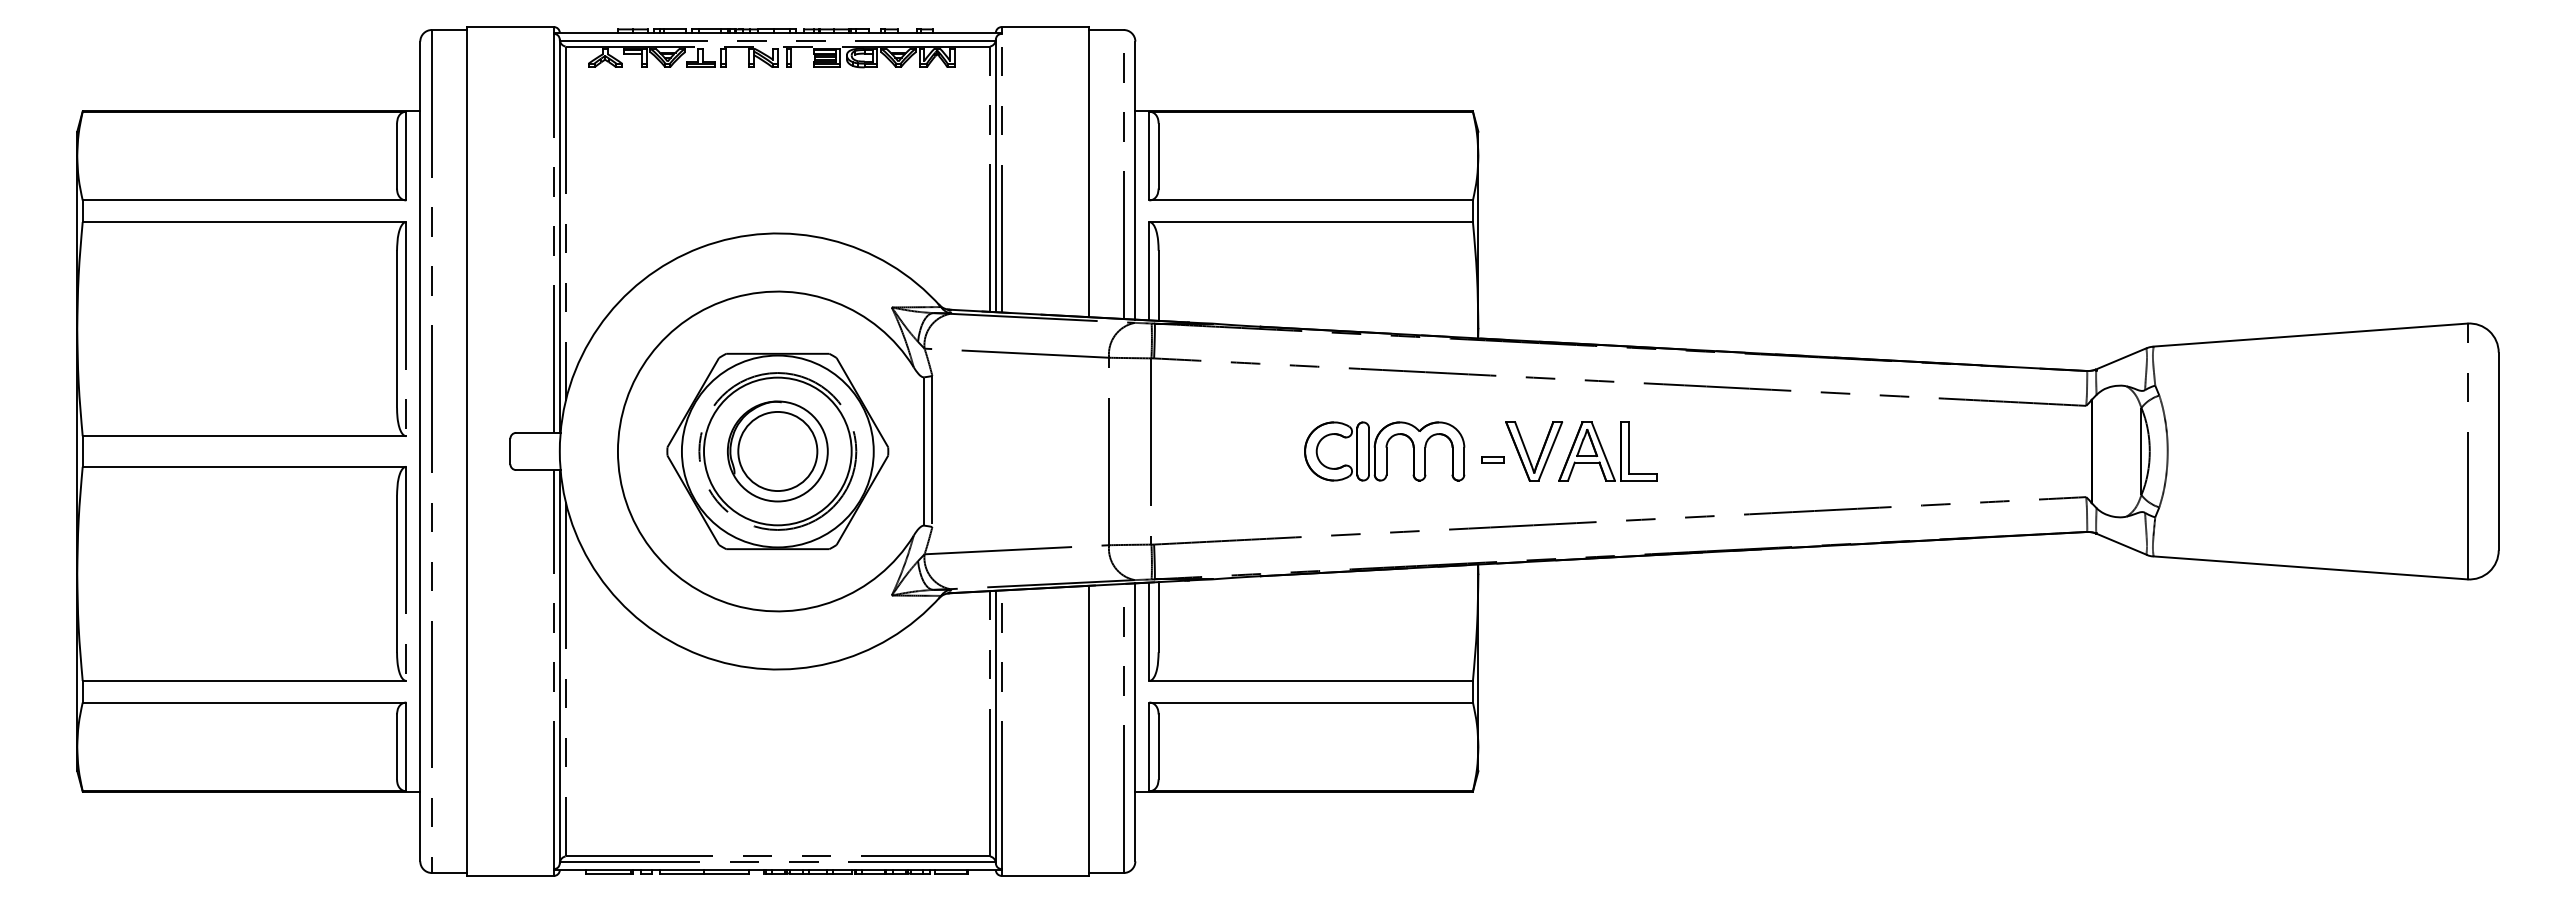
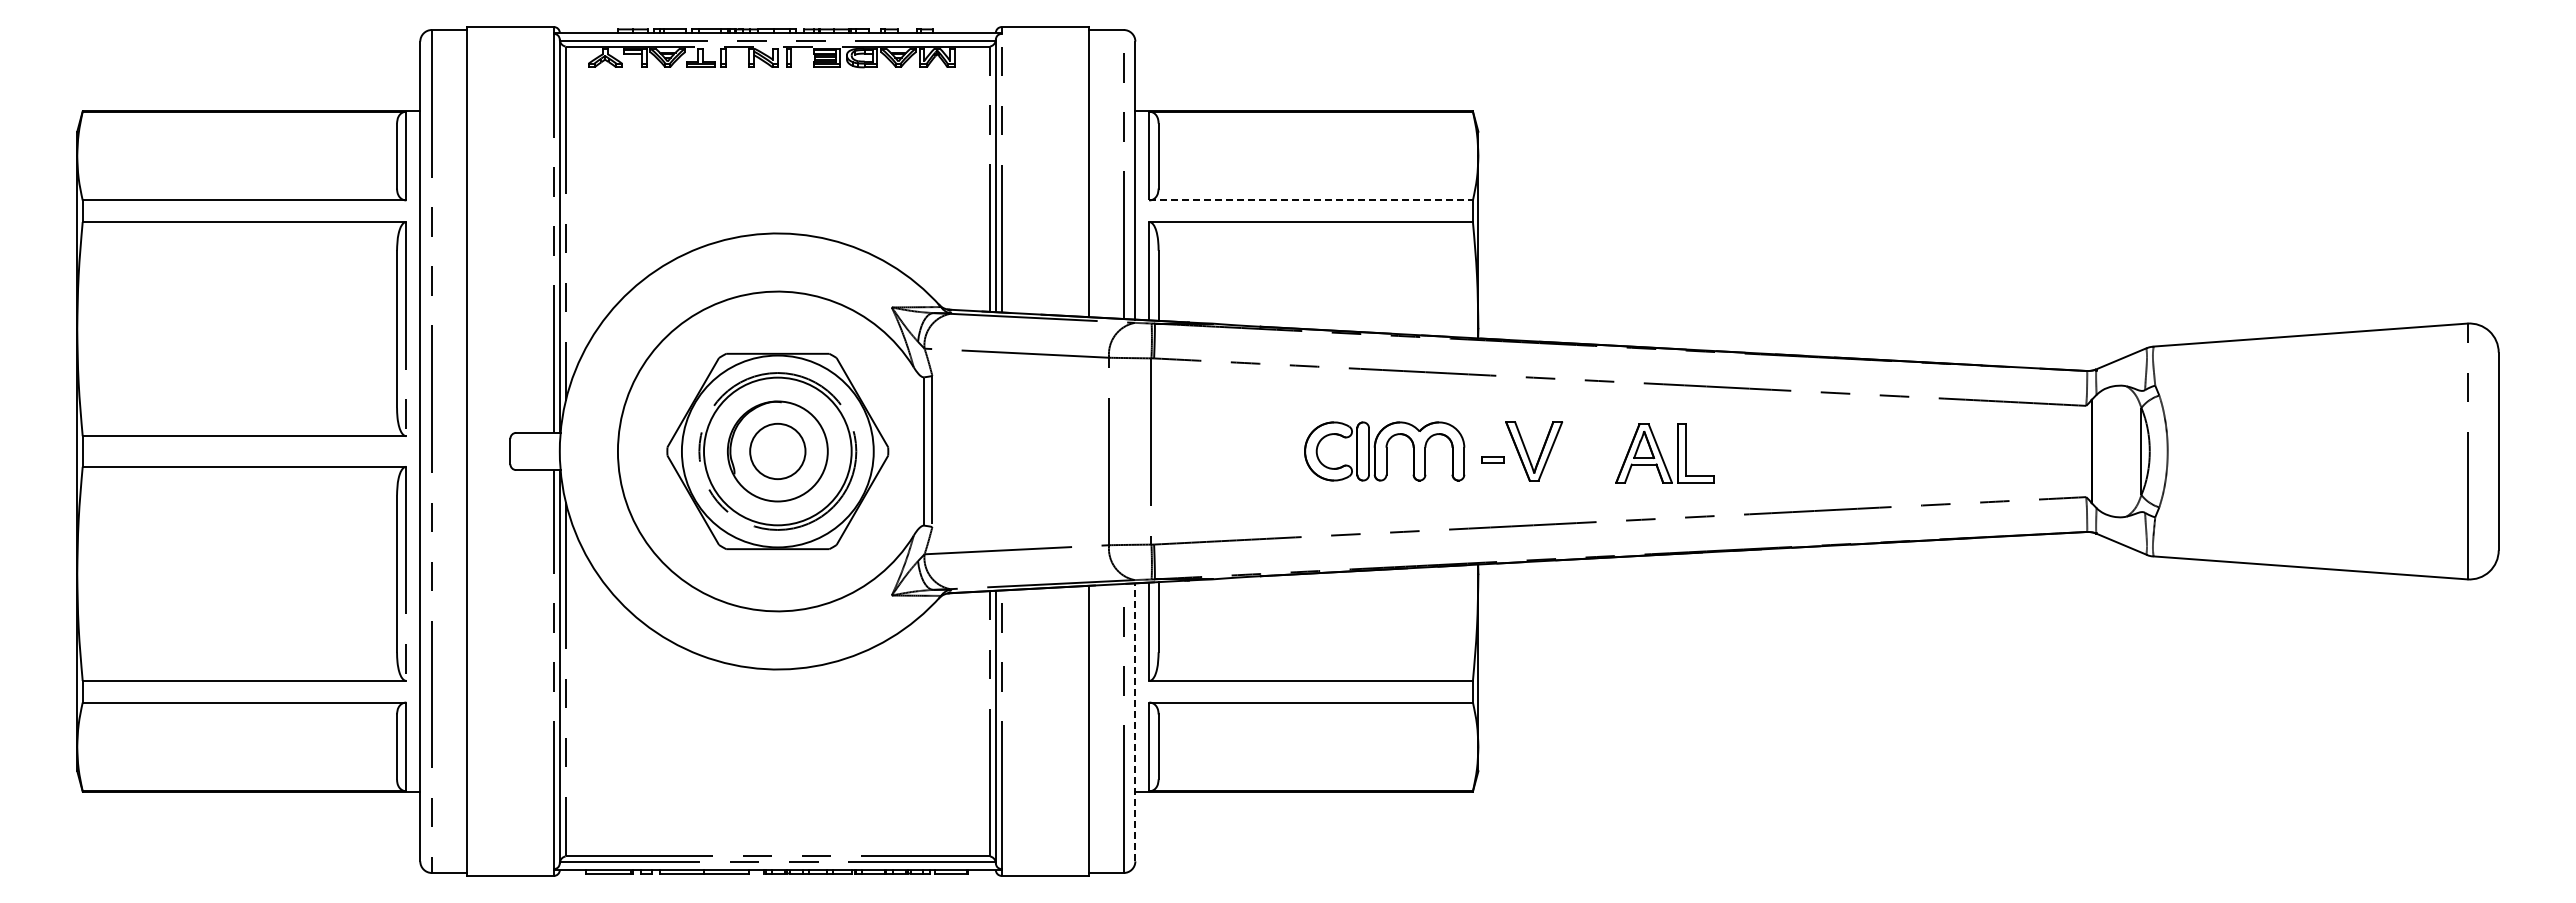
line at (1311, 200): solid -> dashed
circle at (777, 451) diameter: 79 px -> 55 px
part at (1607, 451) position: (1607, 451) -> (1664, 453)
line at (1135, 721): solid -> dashed
